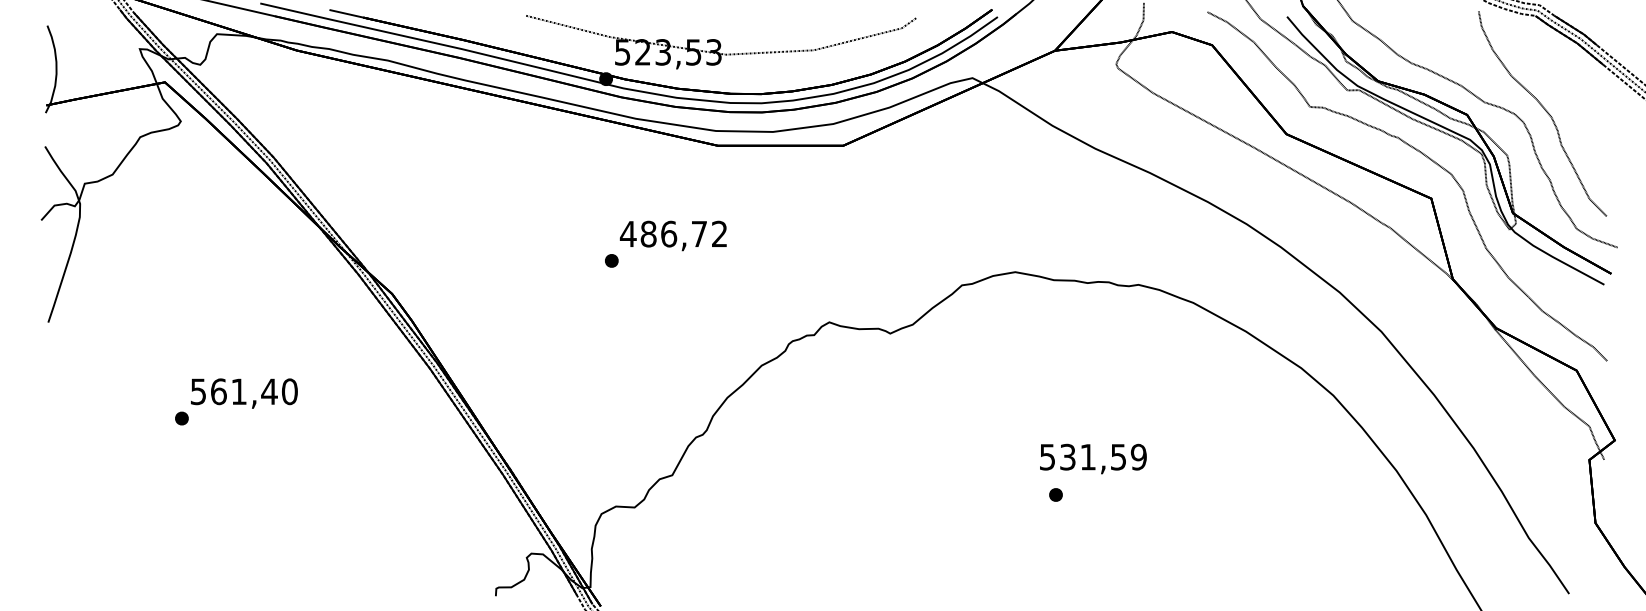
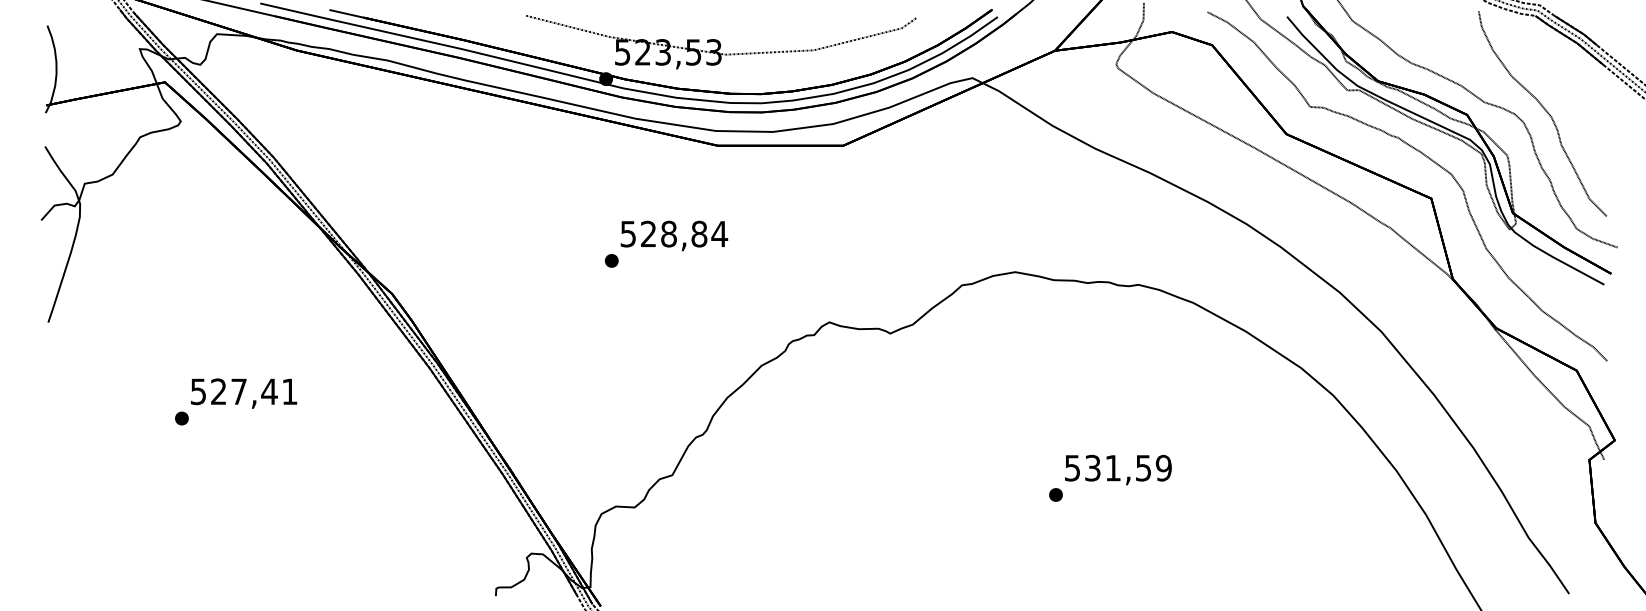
text at (673, 233): 486,72 -> 528,84
text at (254, 391): 561,40 -> 527,41
text at (1093, 458) position: (1093, 458) -> (1118, 469)
